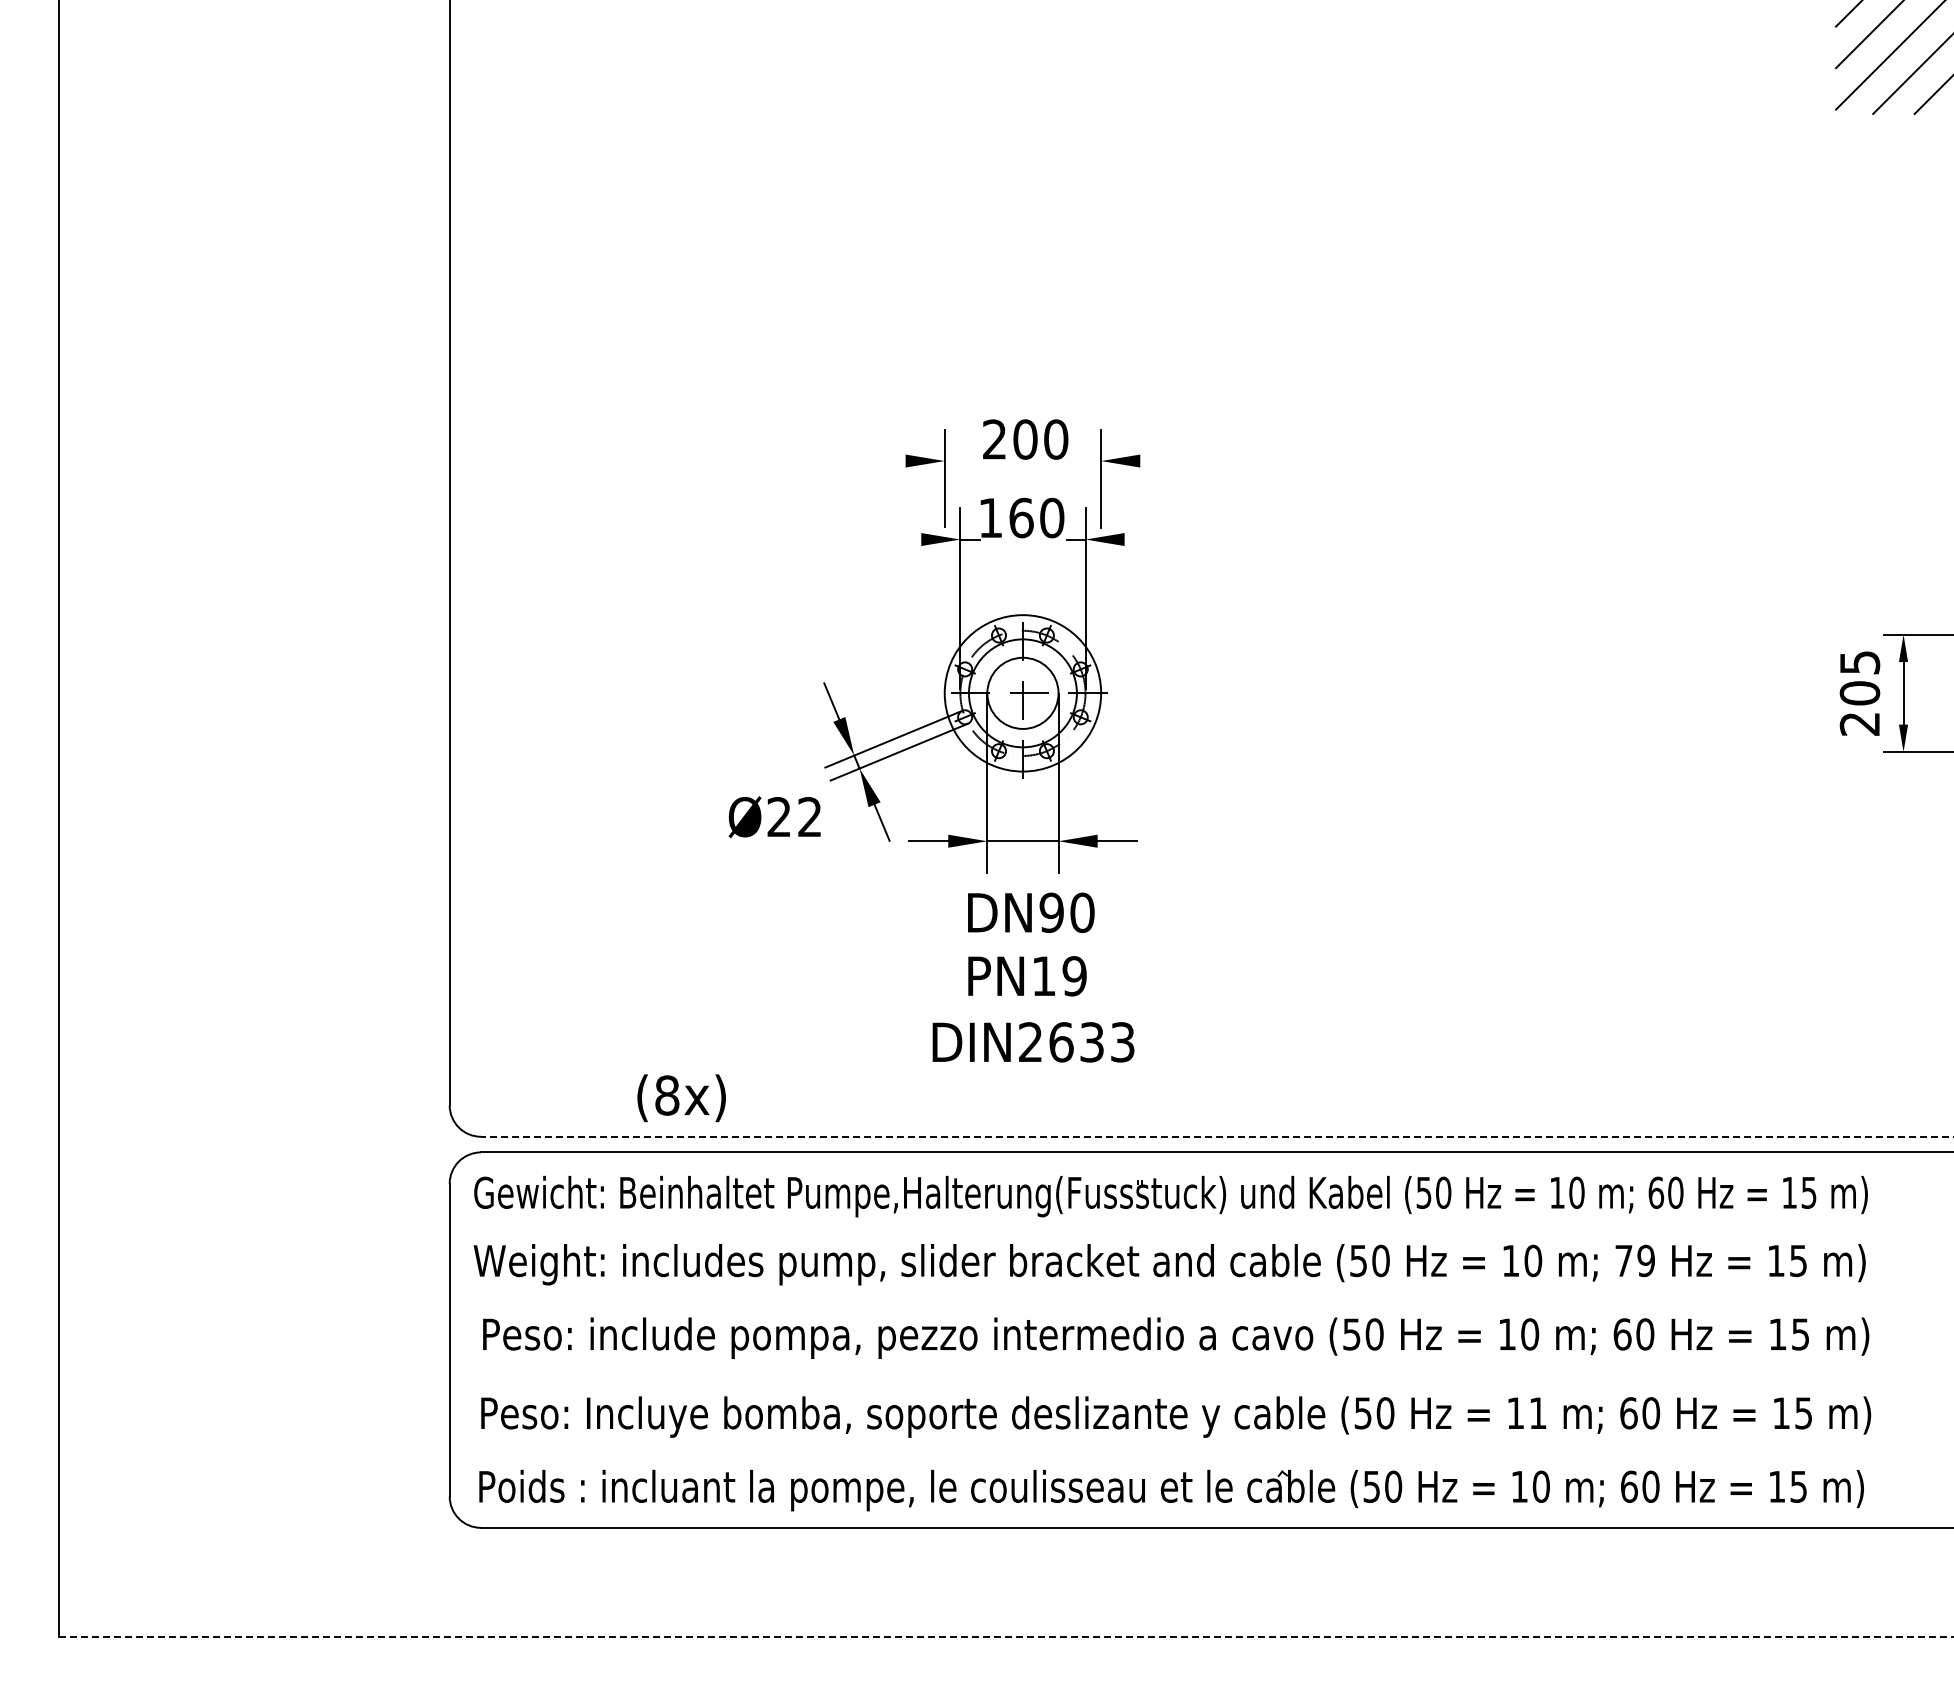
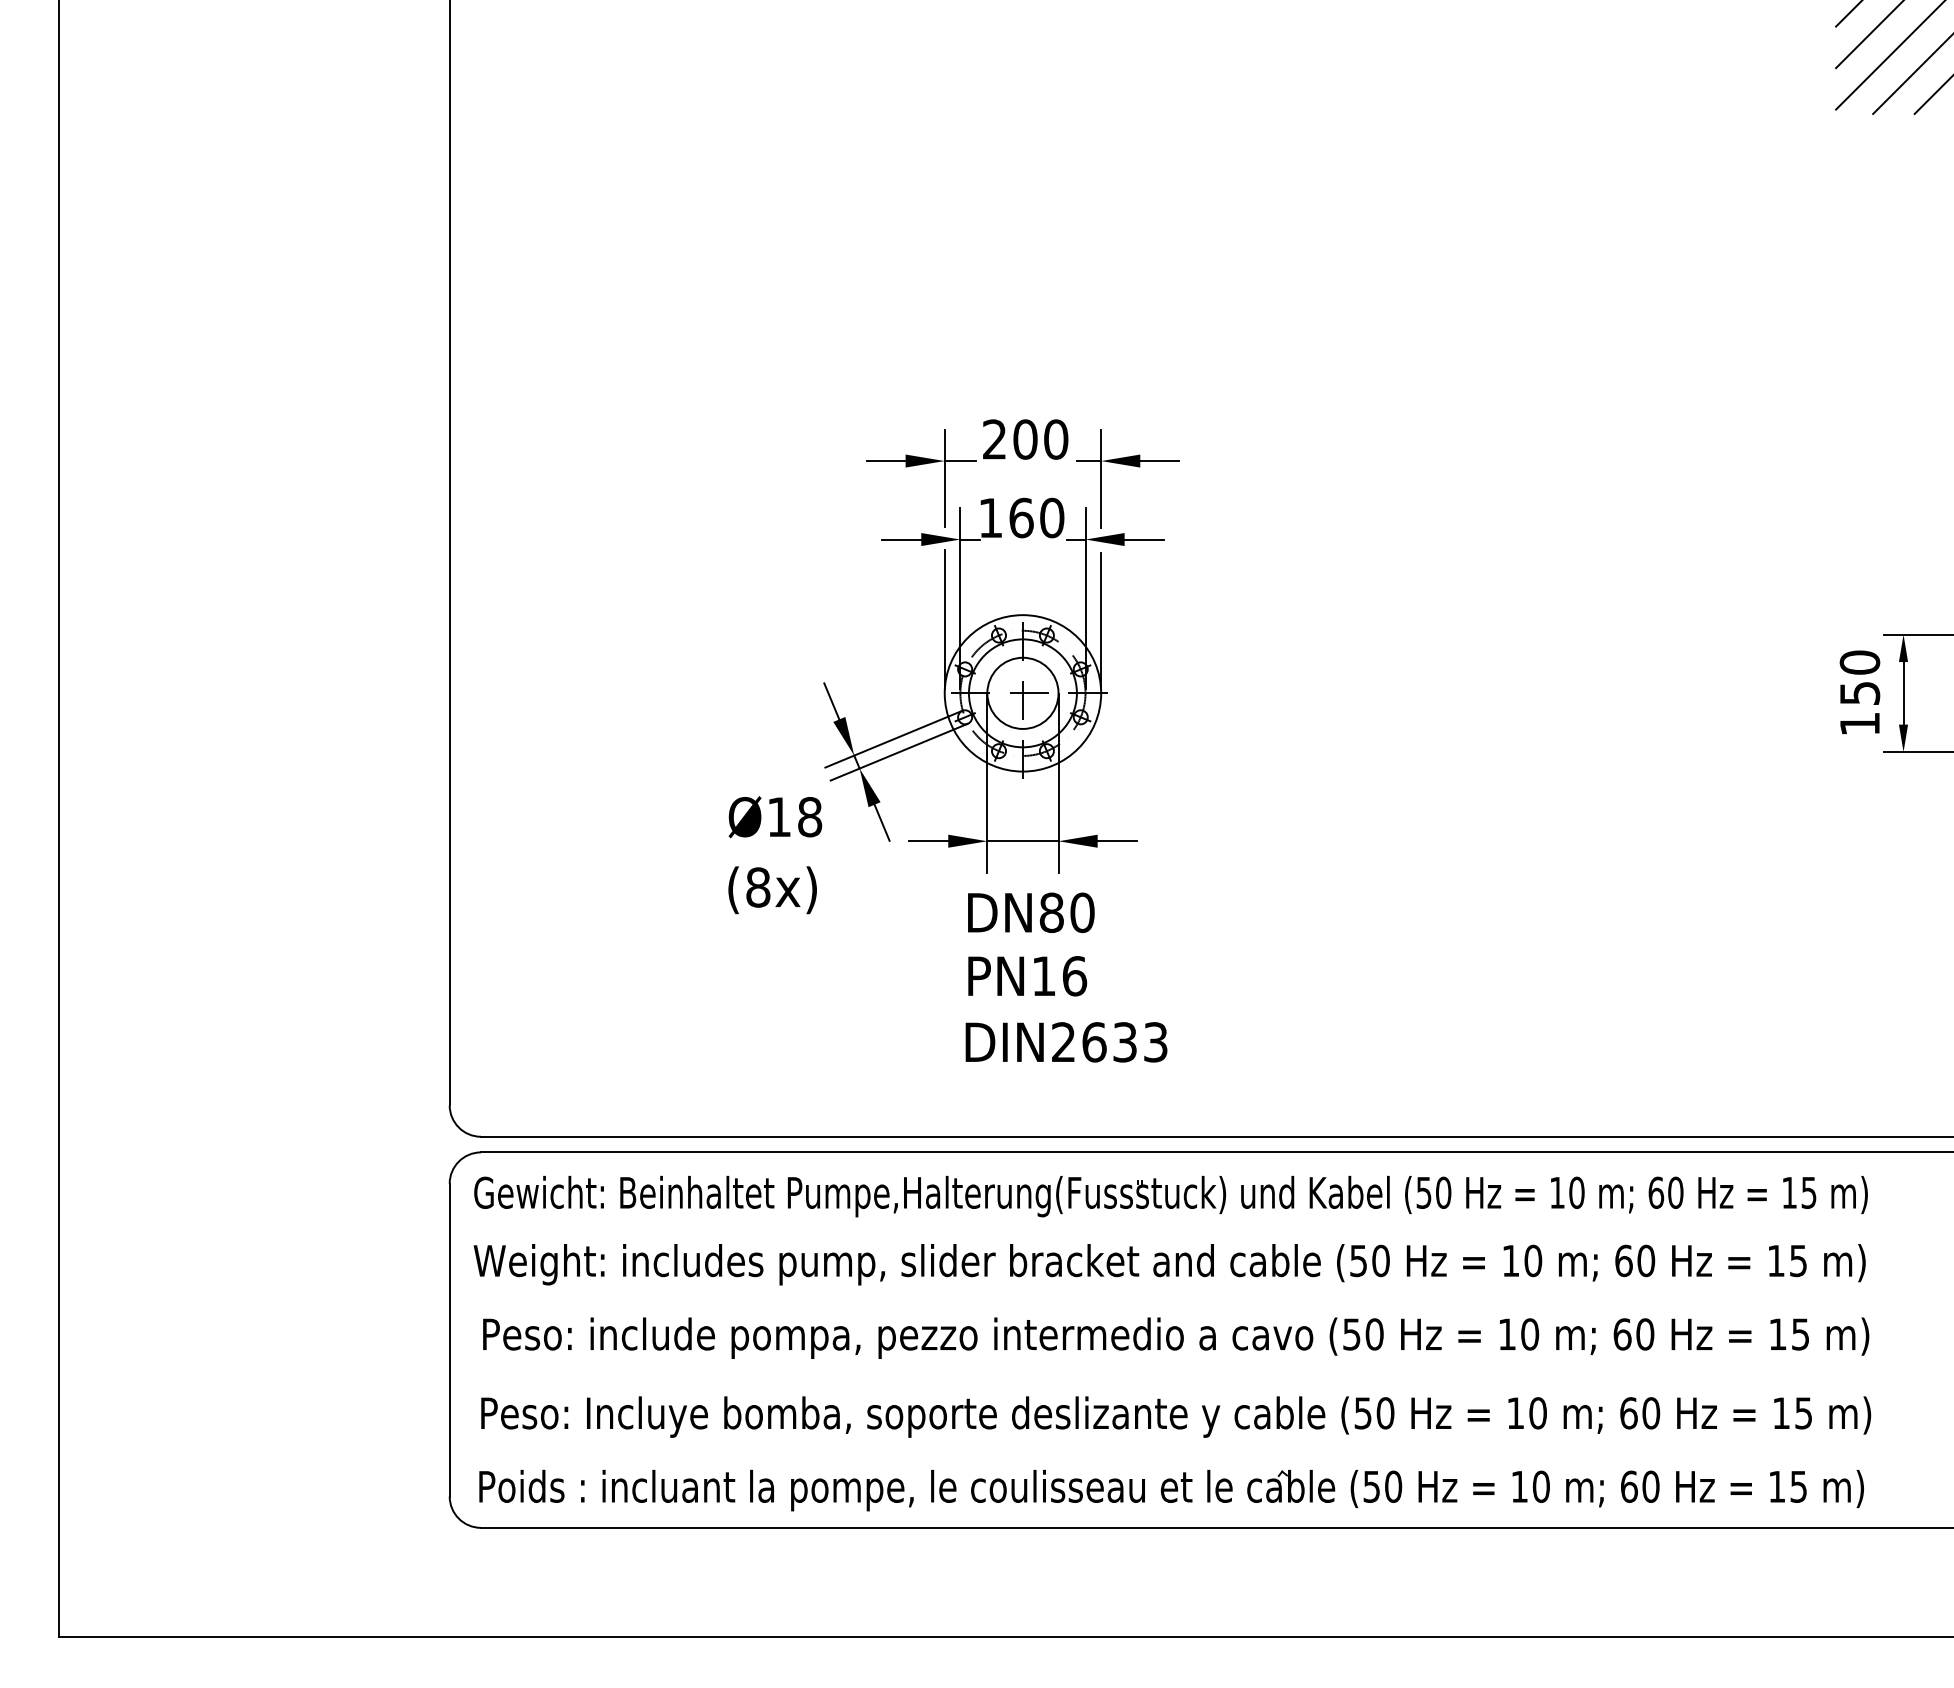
line at (885, 461): none -> present
line at (960, 461): none -> present
line at (1088, 461): none -> present
line at (1159, 461): none -> present
line at (901, 539): none -> present
line at (1143, 539): none -> present
line at (944, 619): none -> present
line at (1101, 620): none -> present
text at (1859, 692): 205 -> 150
text at (794, 817): Ø22 -> Ø18
text at (1051, 912): DN90 -> DN80
text at (1074, 976): PN19 -> PN16
text at (1033, 1042) position: (1033, 1042) -> (1066, 1042)
text at (681, 1098) position: (681, 1098) -> (772, 890)
line at (1216, 1136): dashed -> solid
text at (1635, 1260): 79 -> 60
text at (1537, 1413): 11 -> 10
line at (1006, 1637): dashed -> solid
